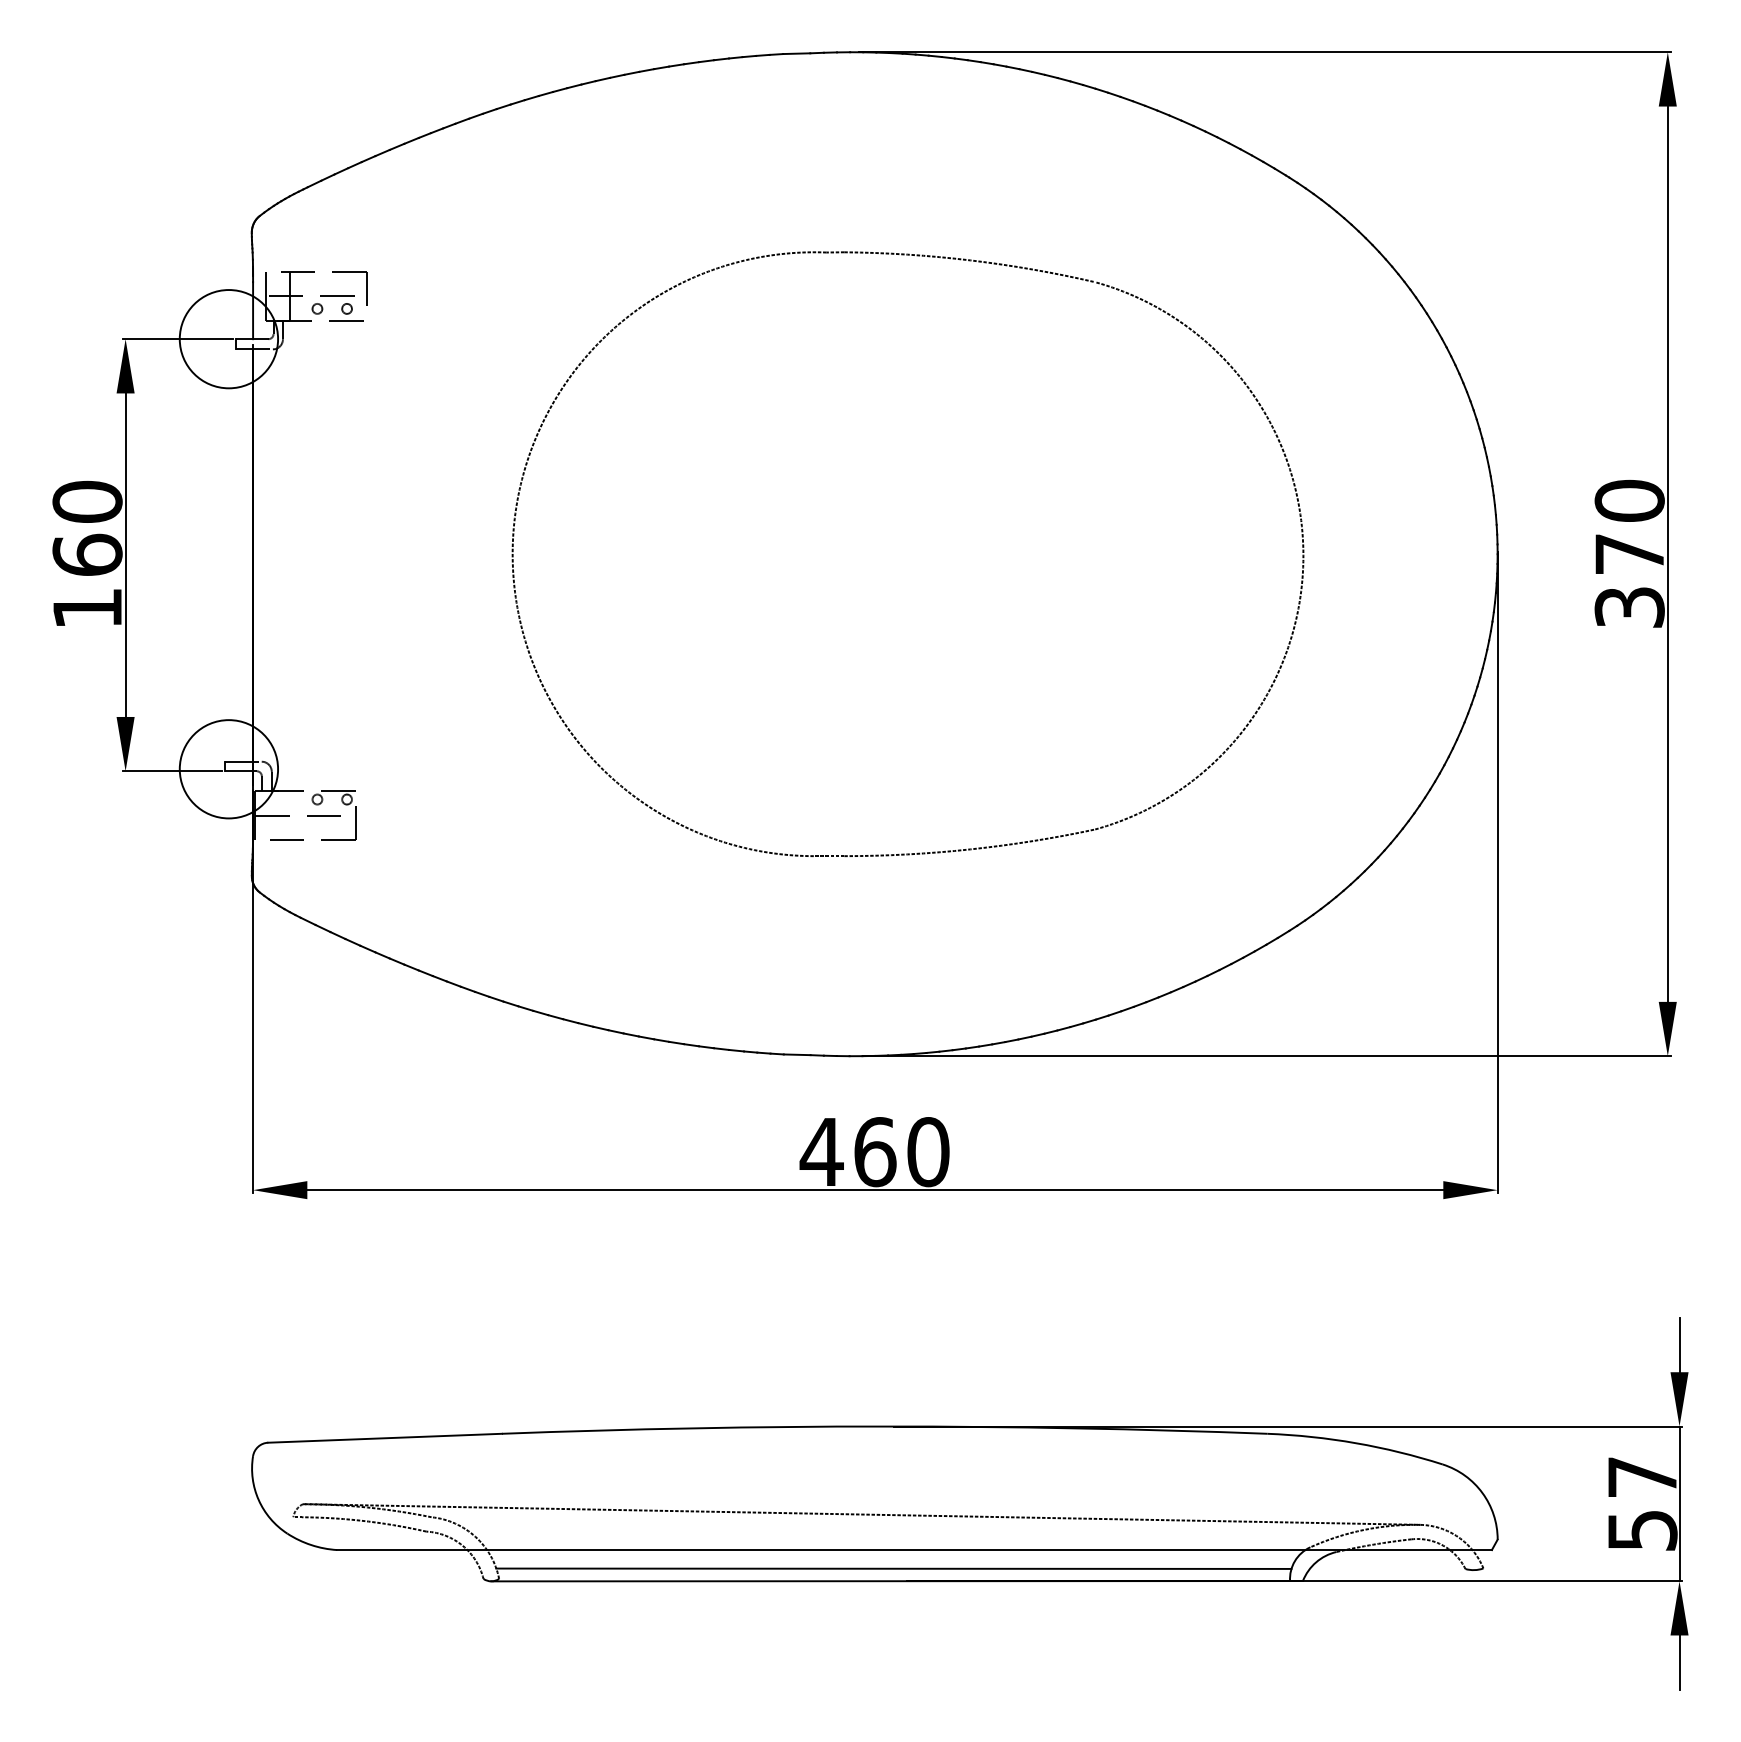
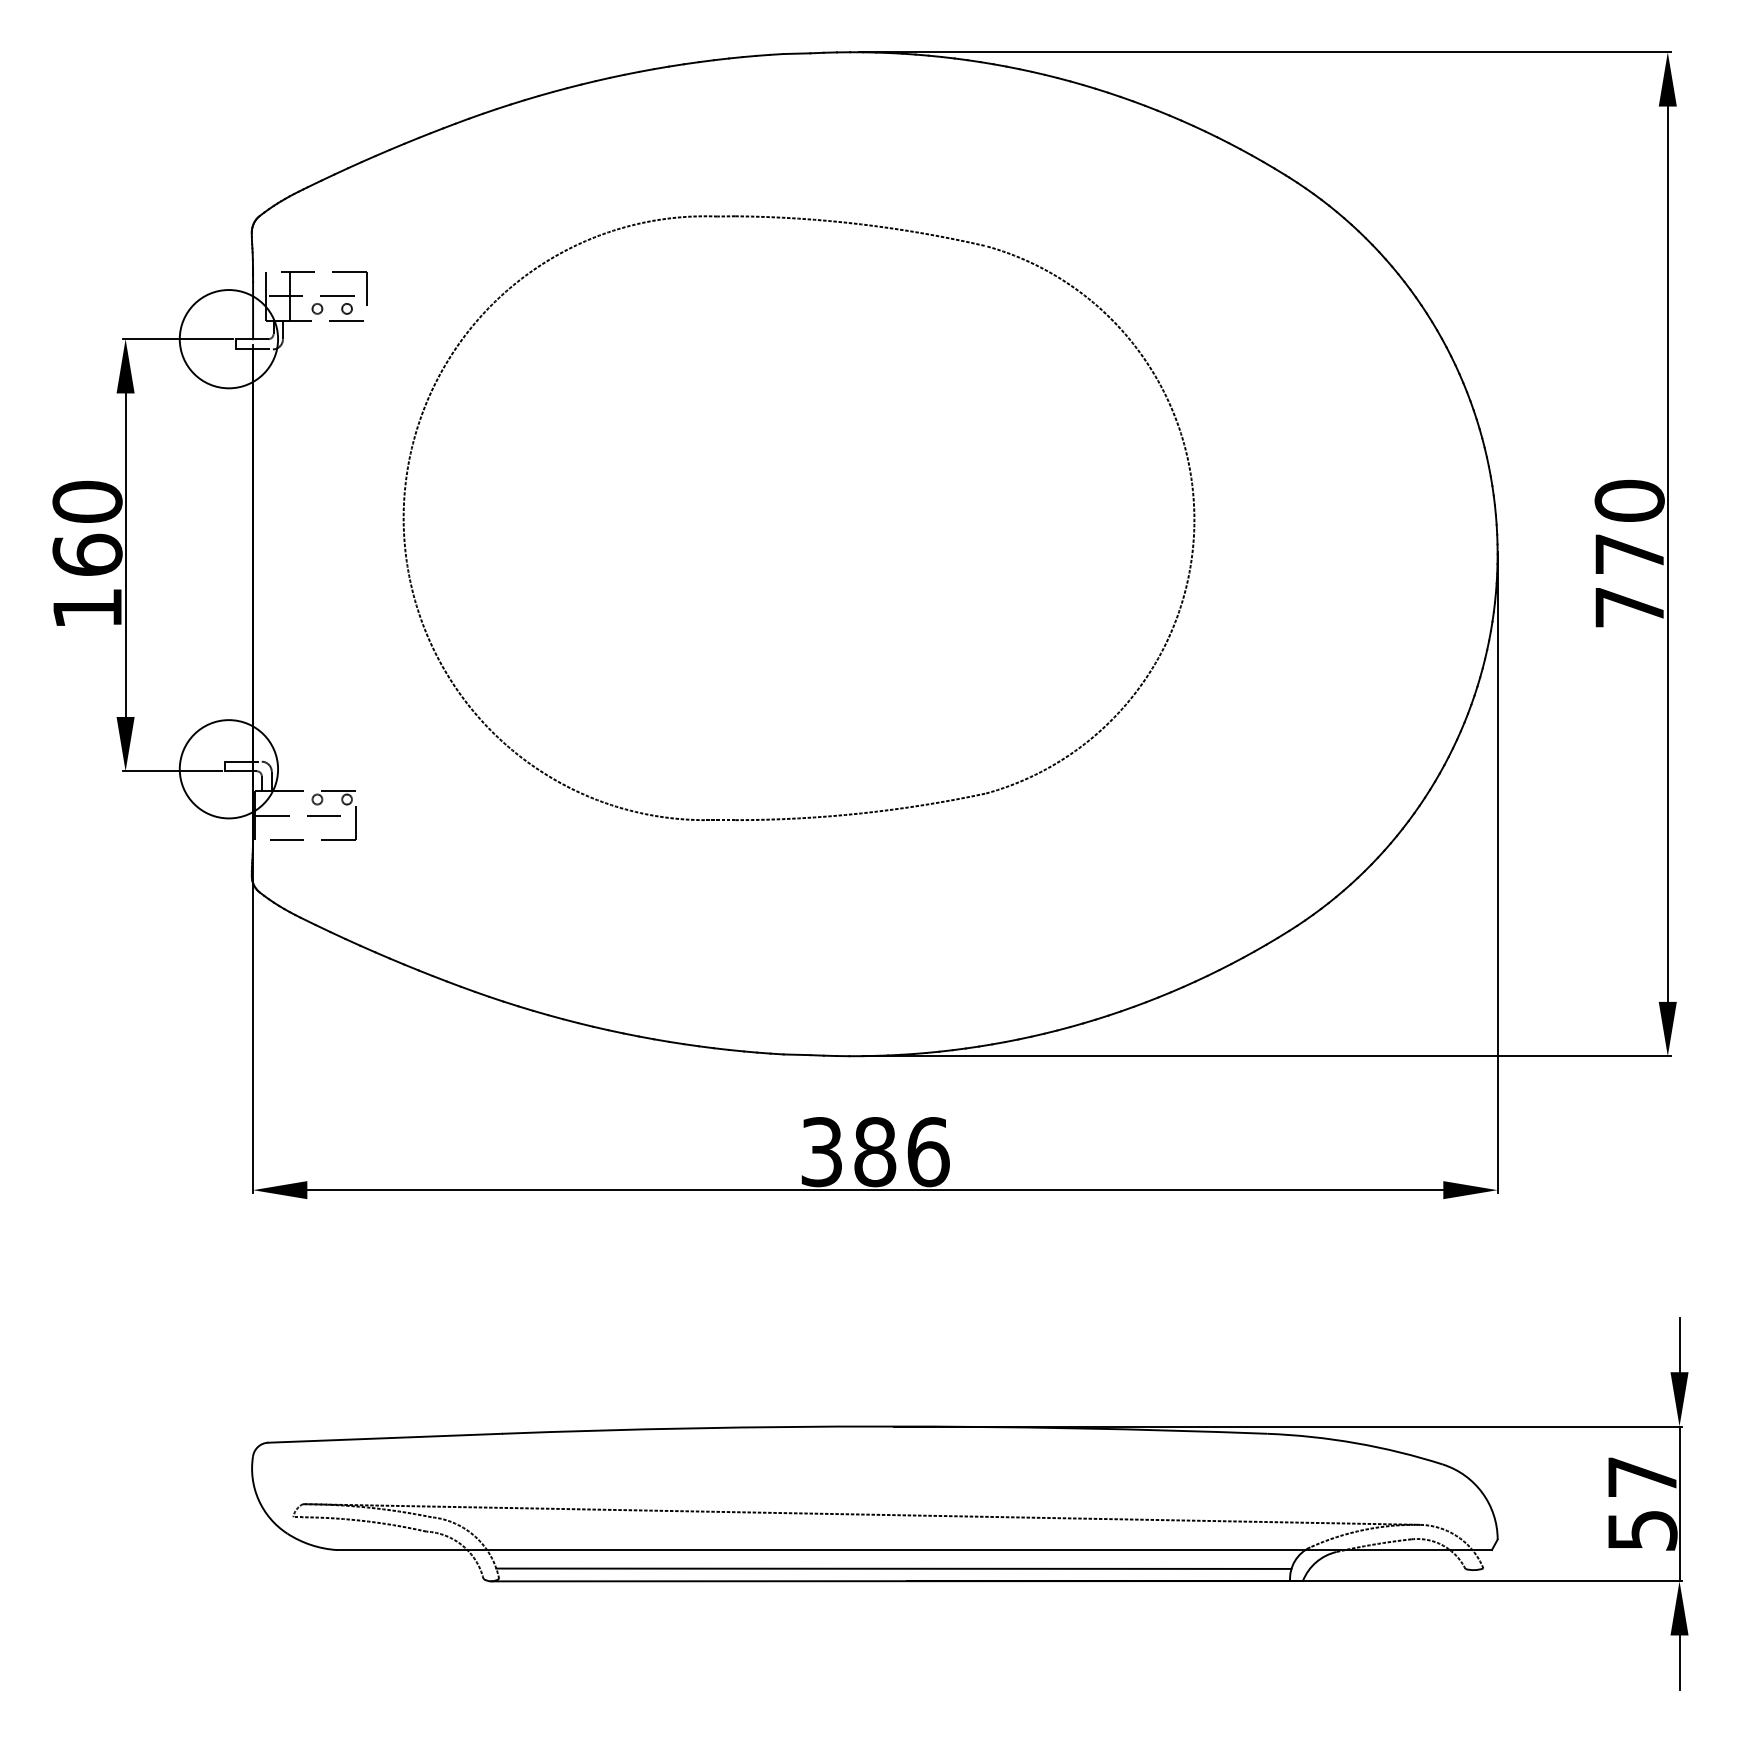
part at (928, 257) position: (928, 257) -> (819, 221)
text at (1629, 607): 370 -> 770
text at (874, 1152): 460 -> 386
